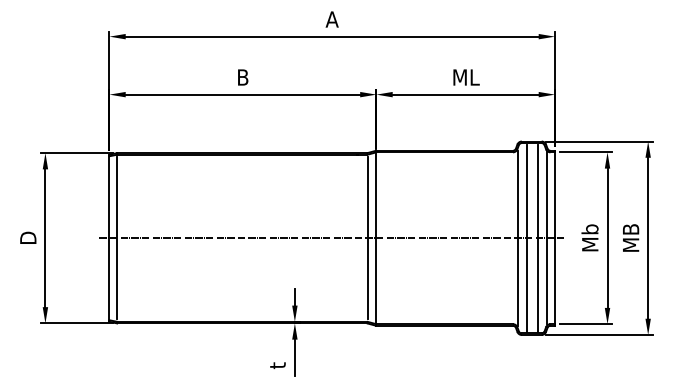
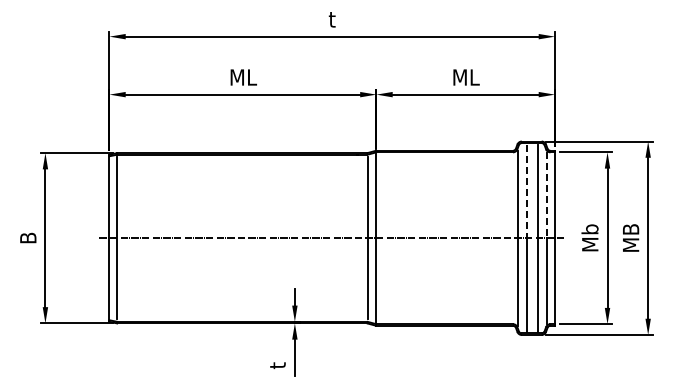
text at (331, 19): A -> t
text at (243, 77): B -> ML
line at (526, 191): solid -> dashed
line at (547, 195): solid -> dashed
text at (28, 237): D -> B
